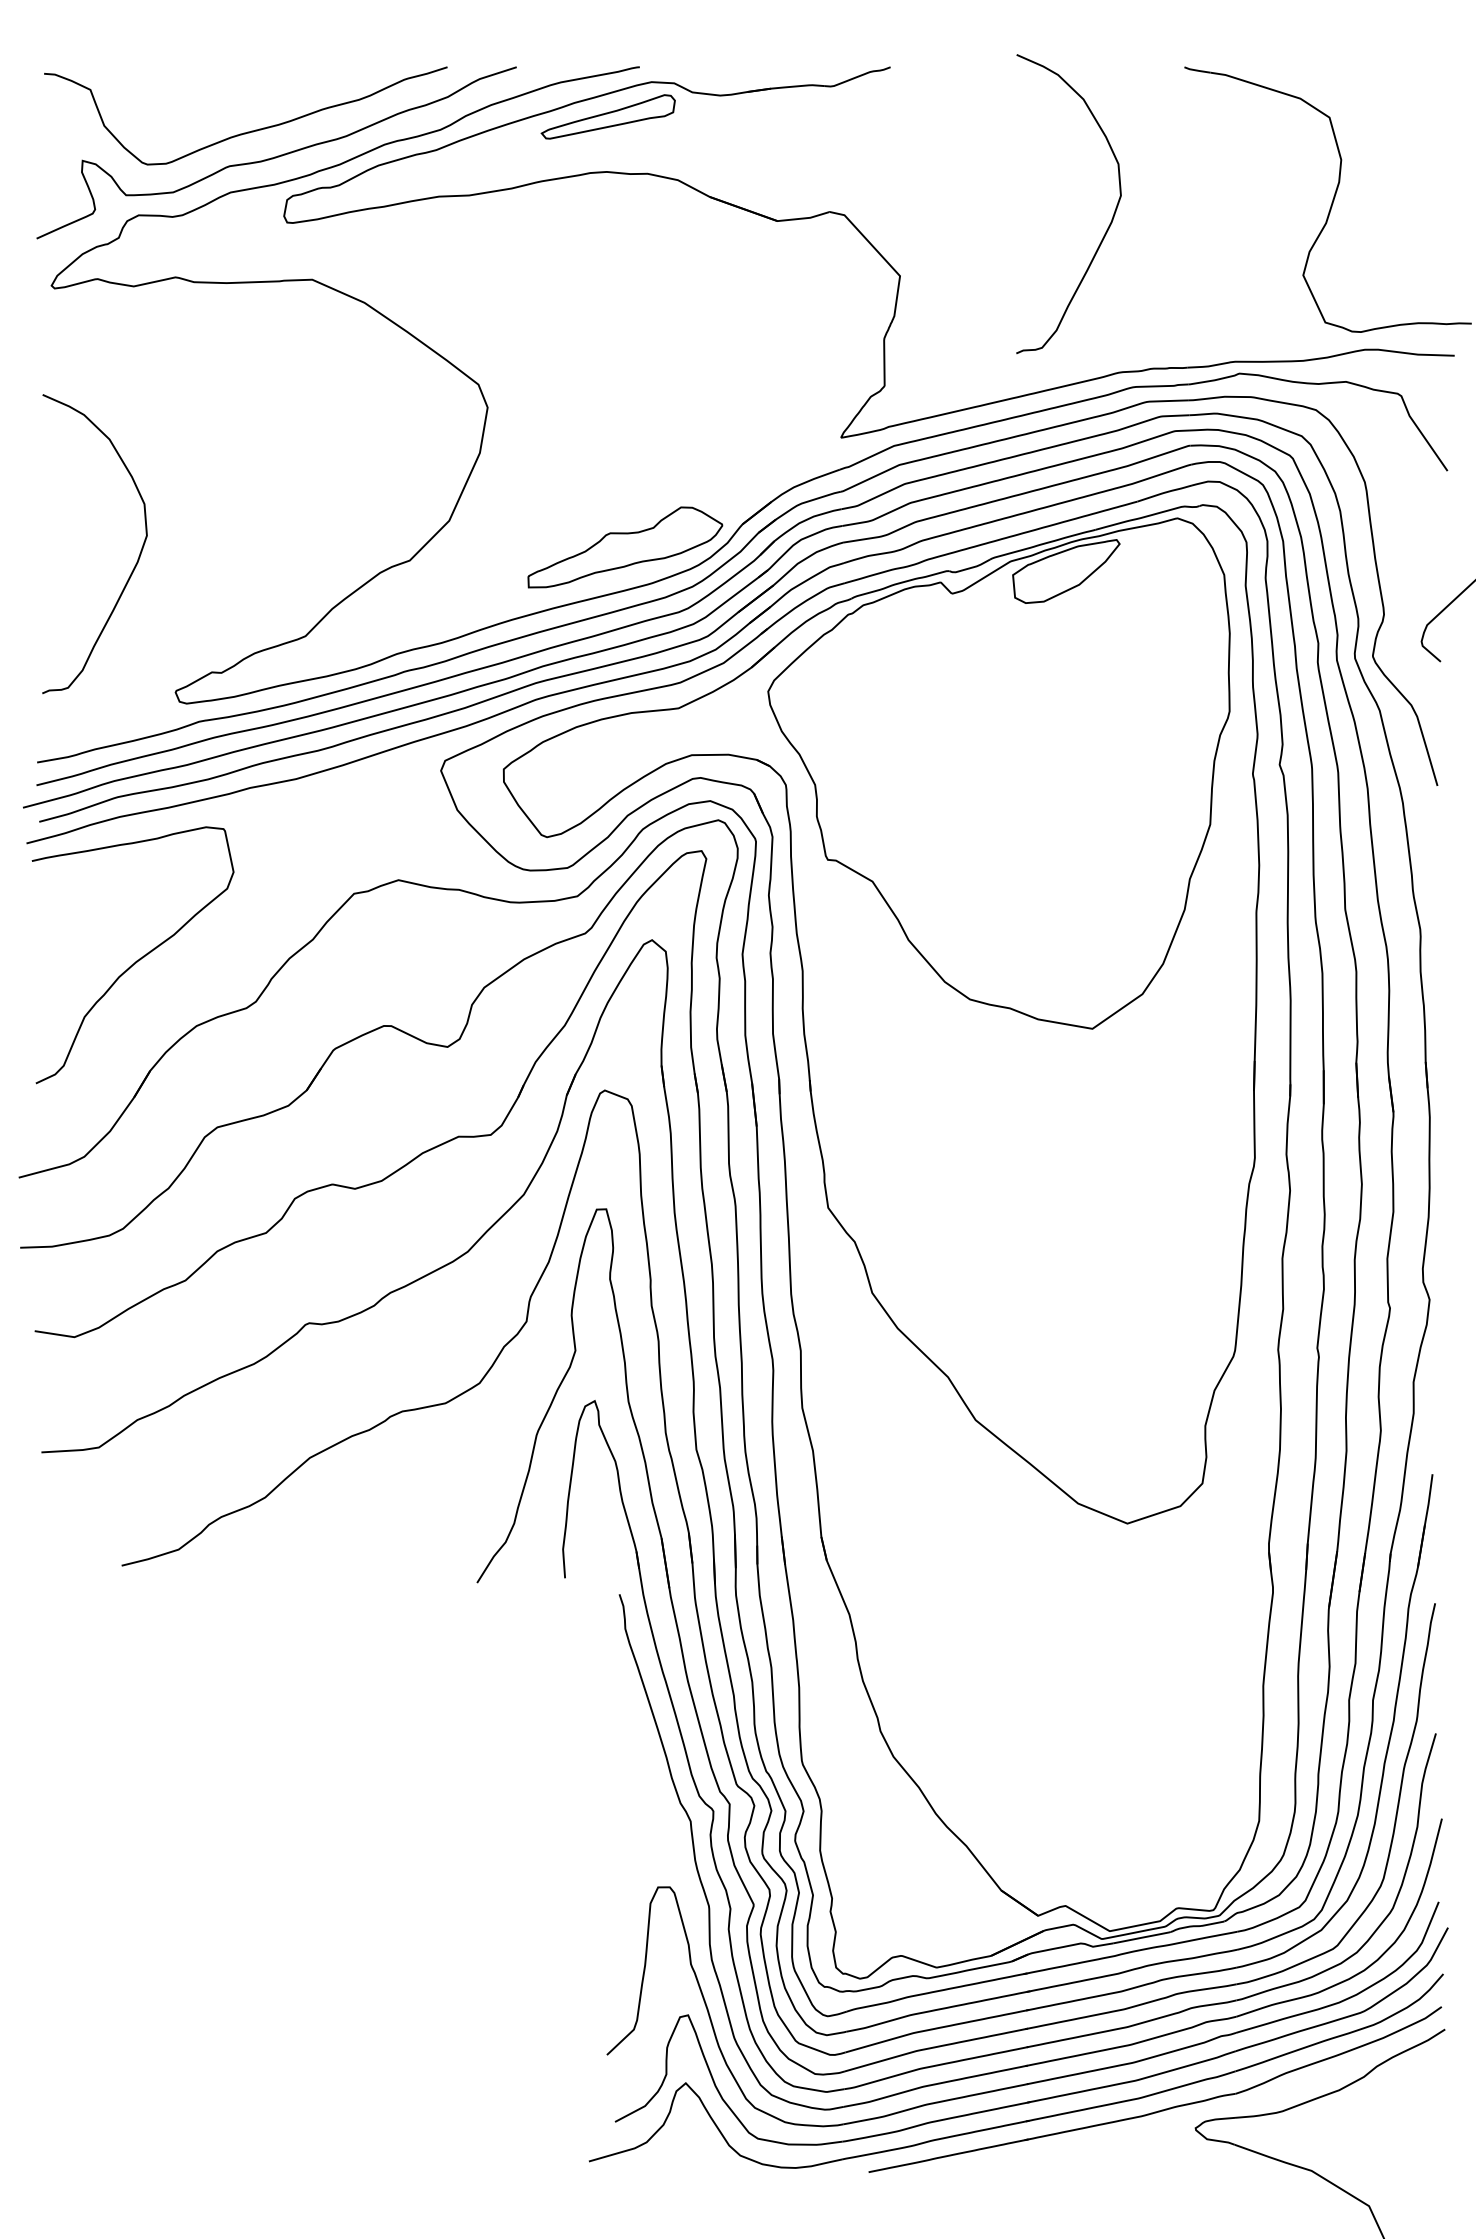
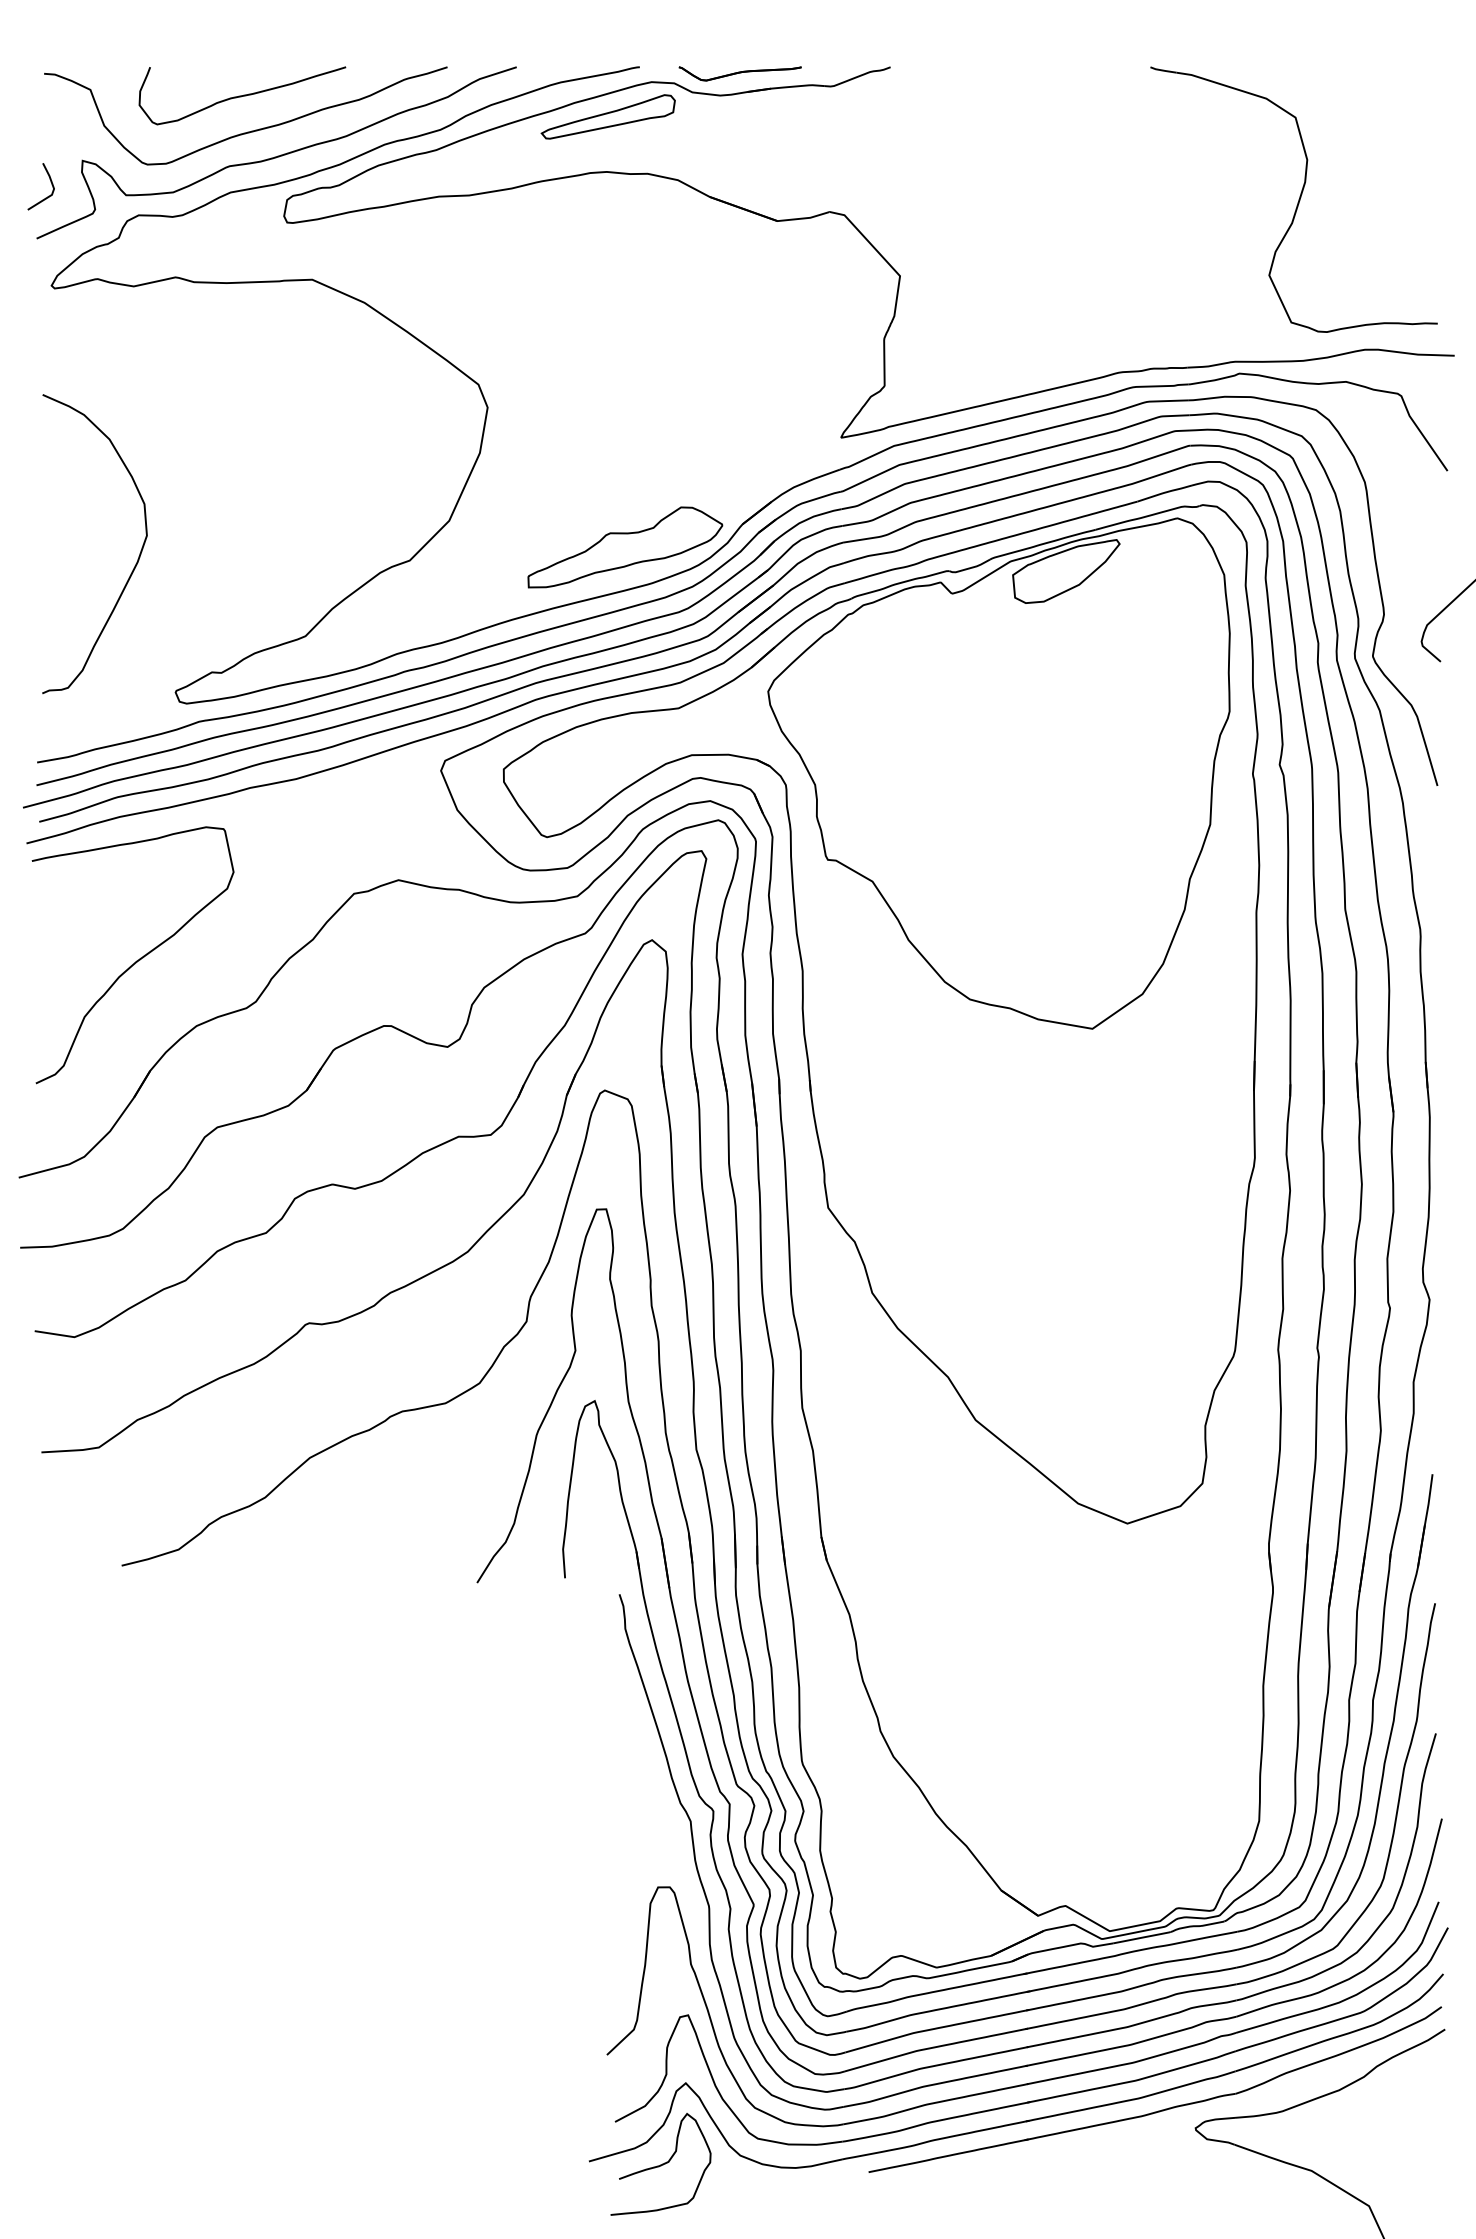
part at (739, 73): none -> present
curve at (242, 95): none -> present
line at (50, 182): none -> present
part at (1327, 199) position: (1327, 199) -> (1293, 199)
curve at (1107, 227): present -> none
curve at (660, 2164): none -> present
